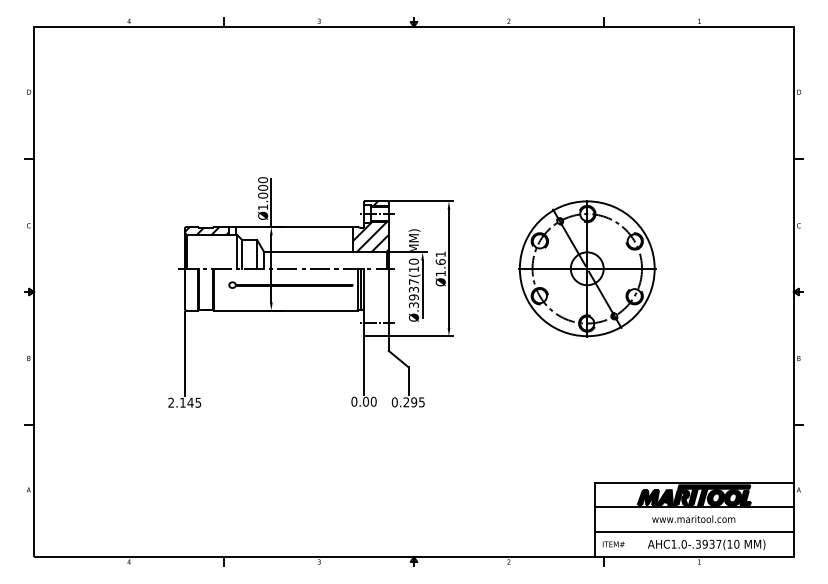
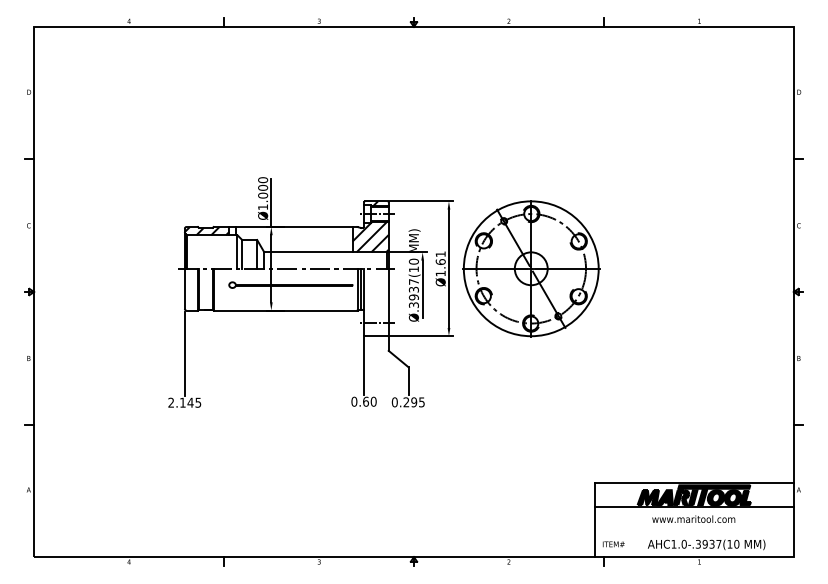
part at (587, 268) position: (587, 268) -> (531, 268)
text at (366, 401): 0.00 -> 0.60
line at (693, 532): present -> none
